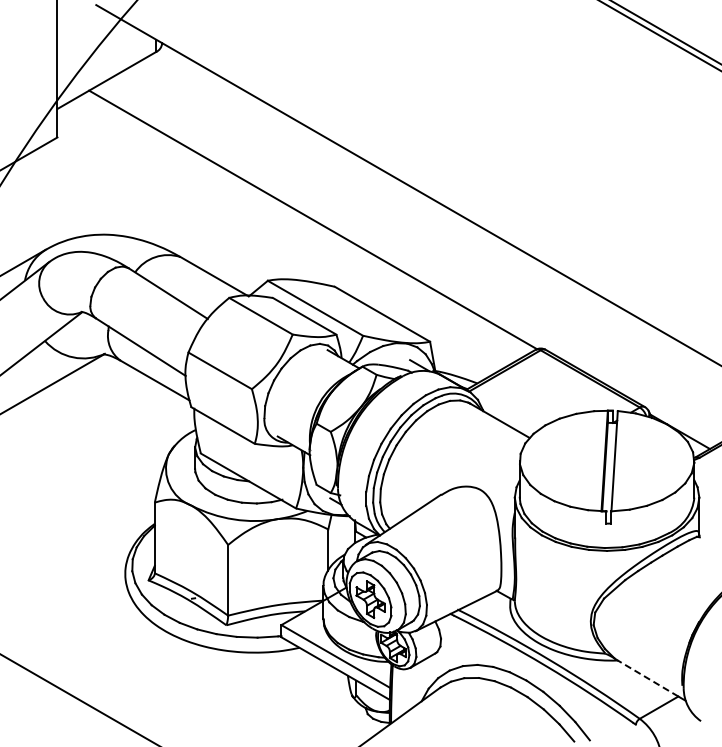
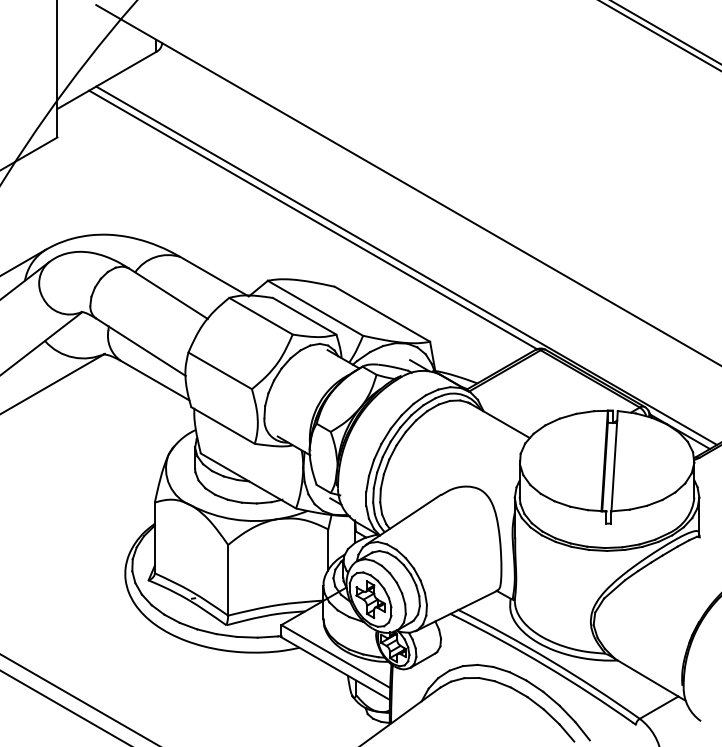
line at (406, 265): none -> present
line at (647, 678): dashed -> solid
line at (64, 707): none -> present
